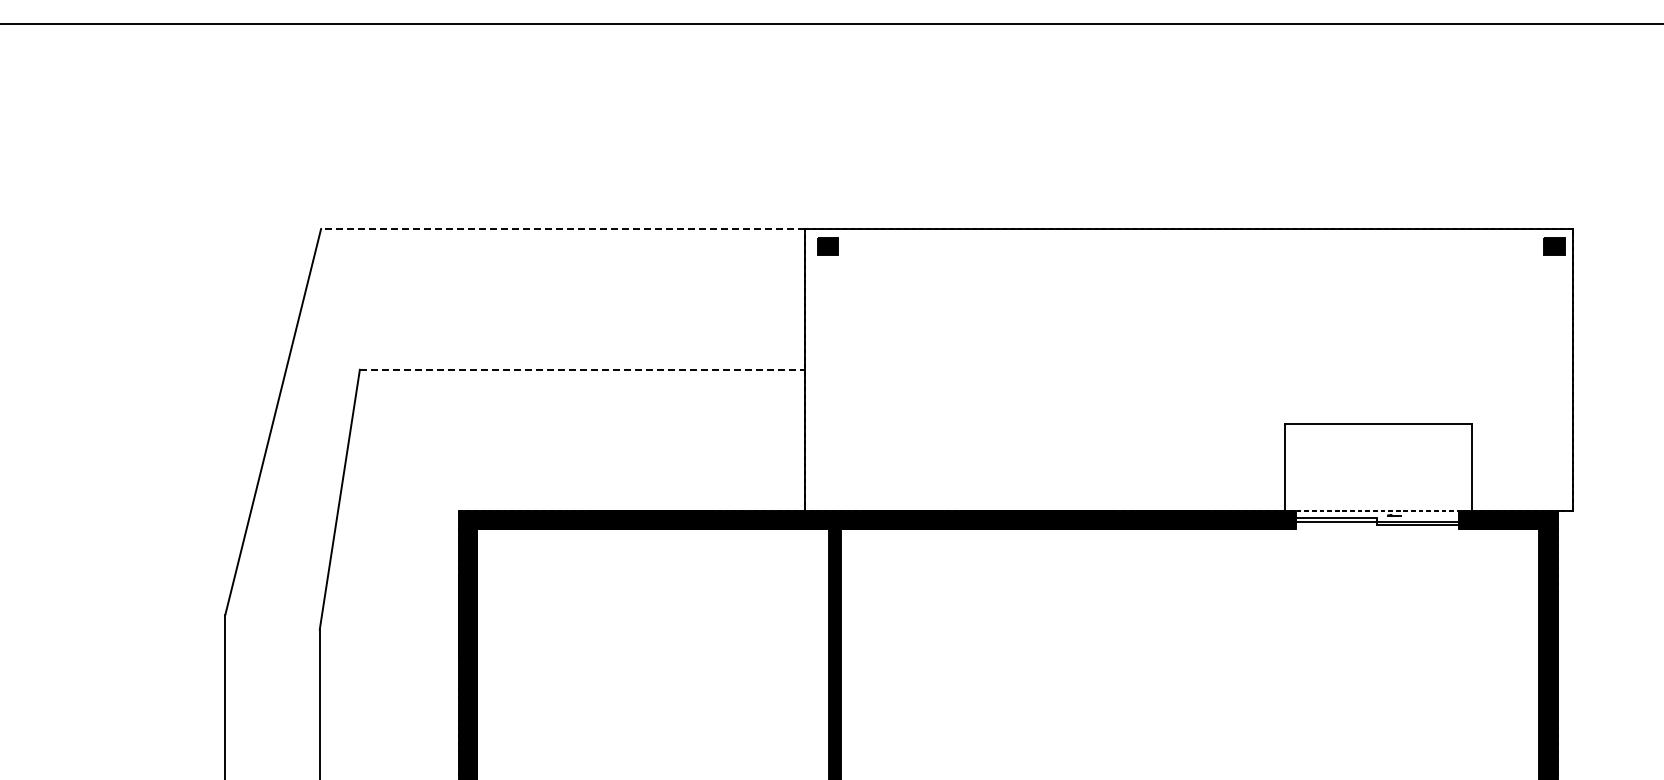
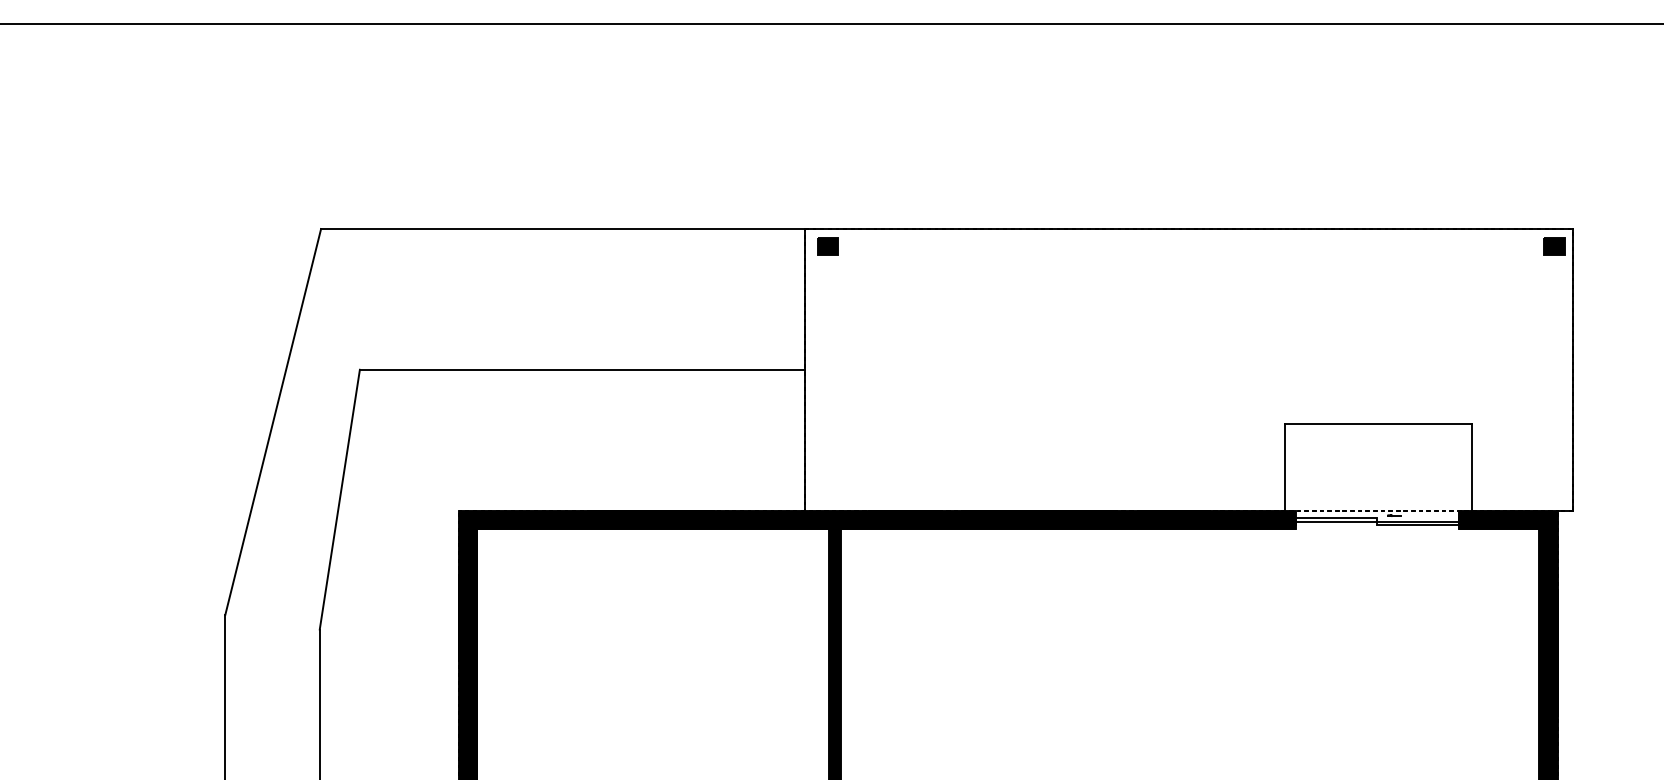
line at (562, 229): dashed -> solid
line at (582, 369): dashed -> solid
